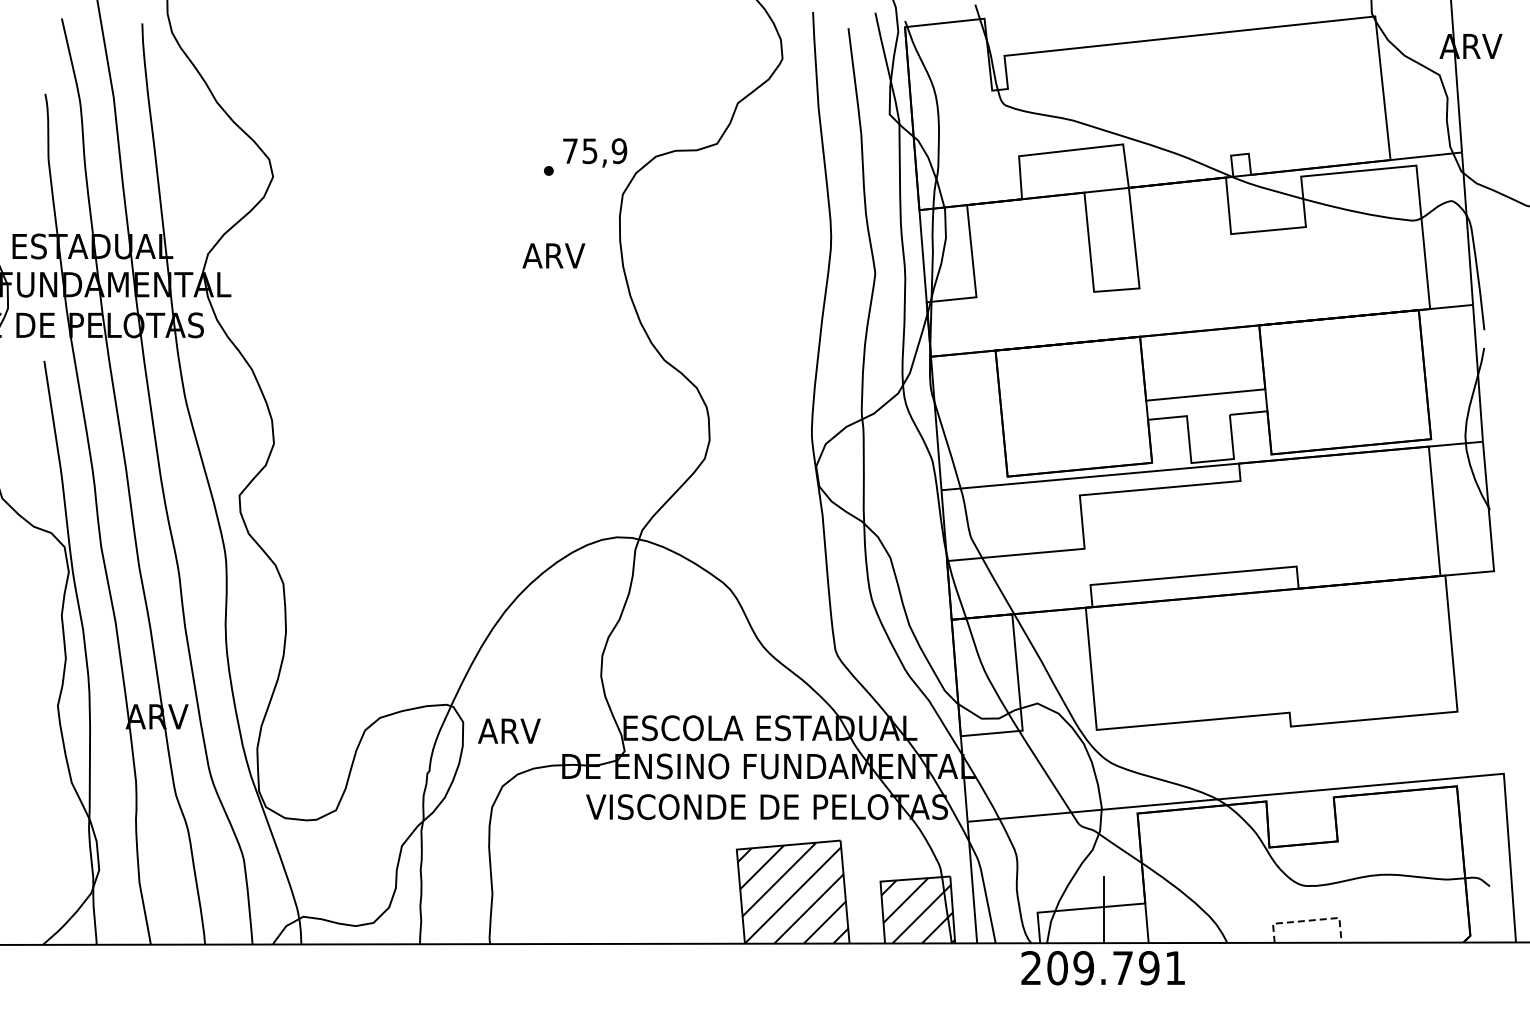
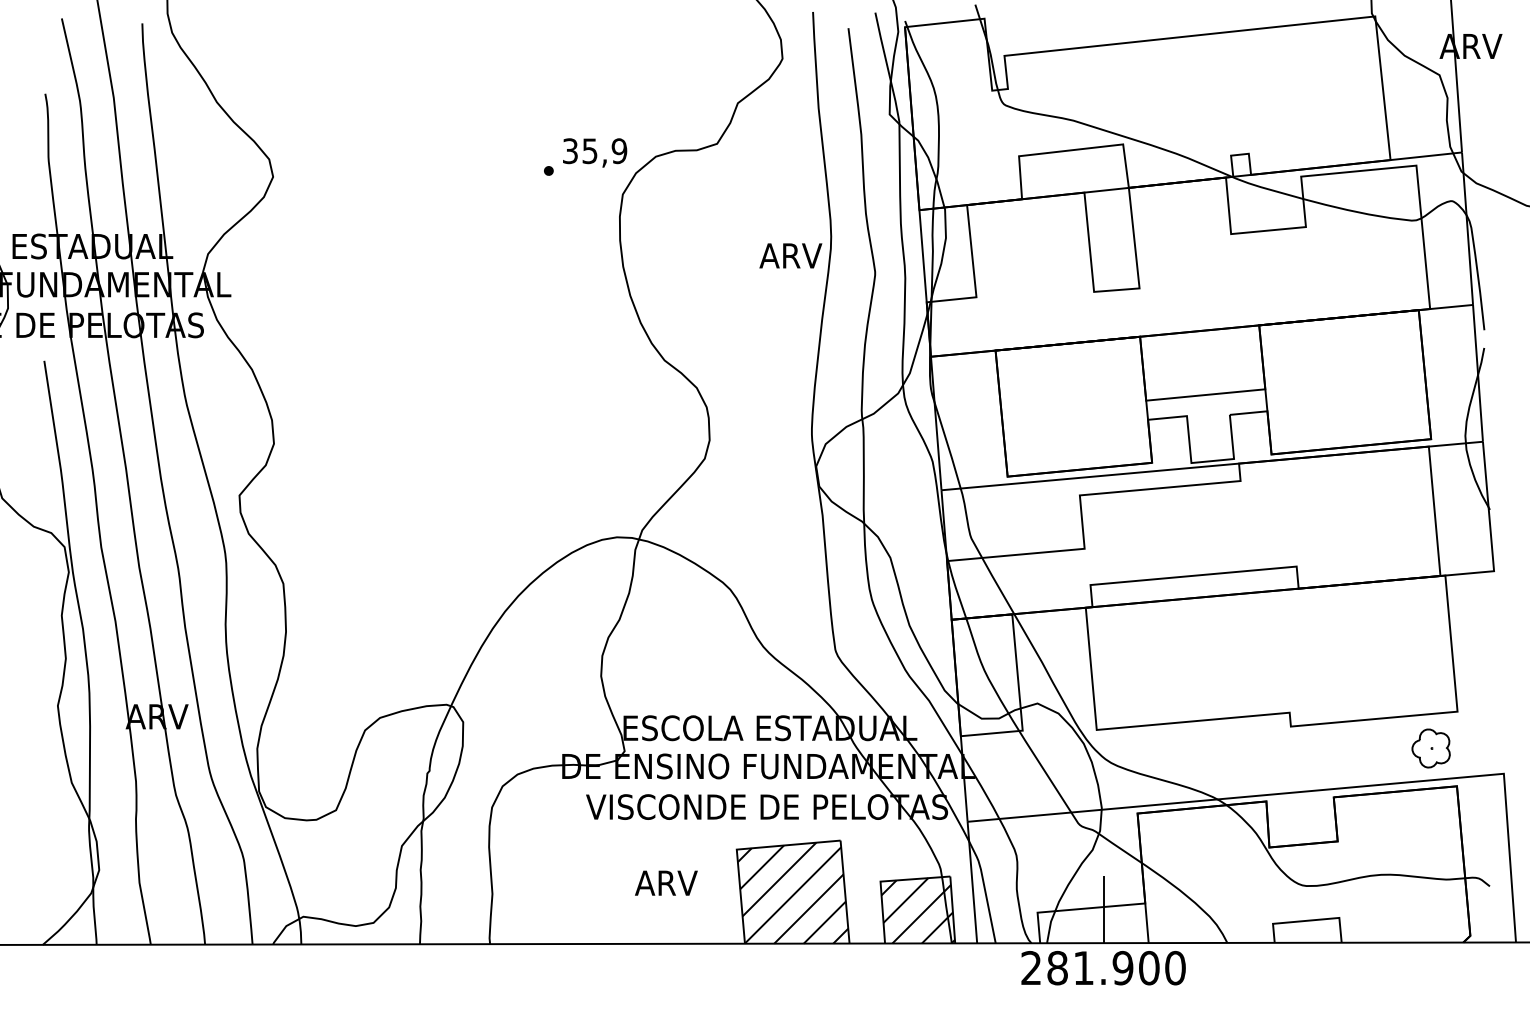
text at (570, 151): 75,9 -> 35,9
text at (553, 255) position: (553, 255) -> (790, 255)
text at (509, 730) position: (509, 730) -> (666, 882)
part at (1430, 748): none -> present
line at (1308, 920): dashed -> solid
text at (1116, 967): 209.791 -> 281.900
